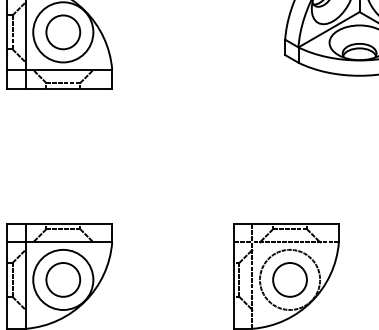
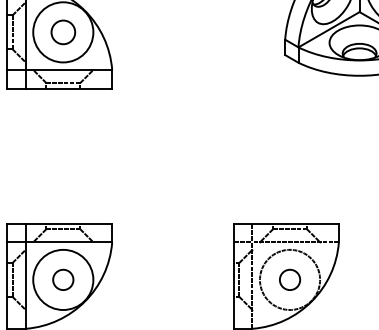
circle at (63, 32) size: 37x37 px -> 27x27 px
circle at (63, 279) diameter: 34 px -> 20 px
circle at (289, 279) diameter: 34 px -> 20 px
